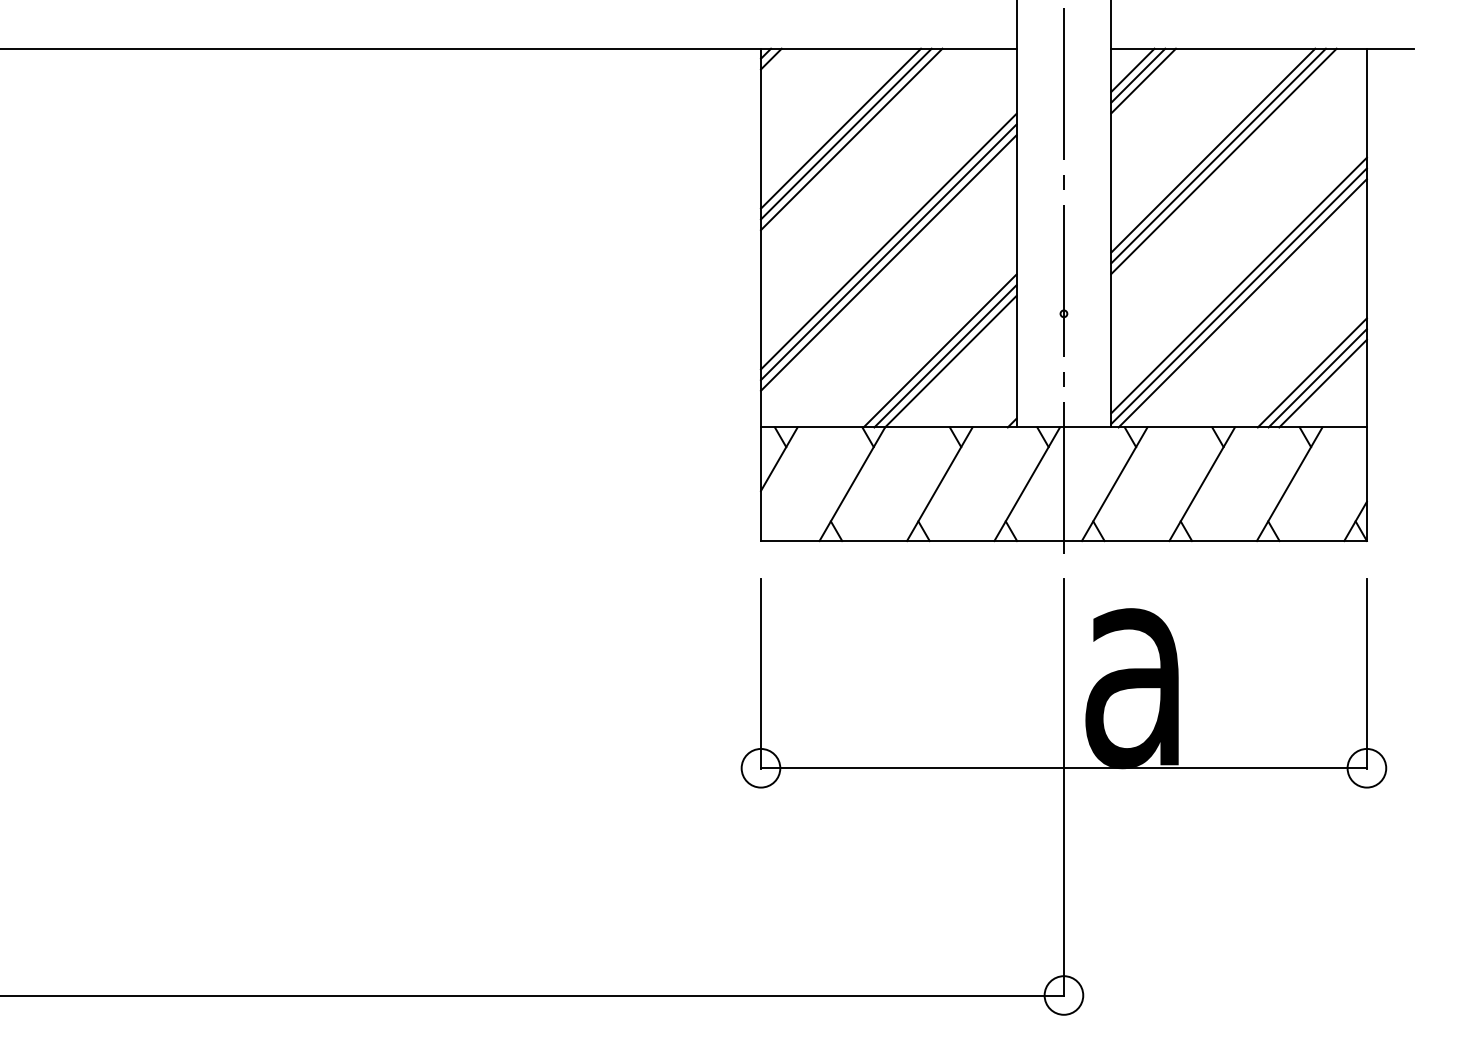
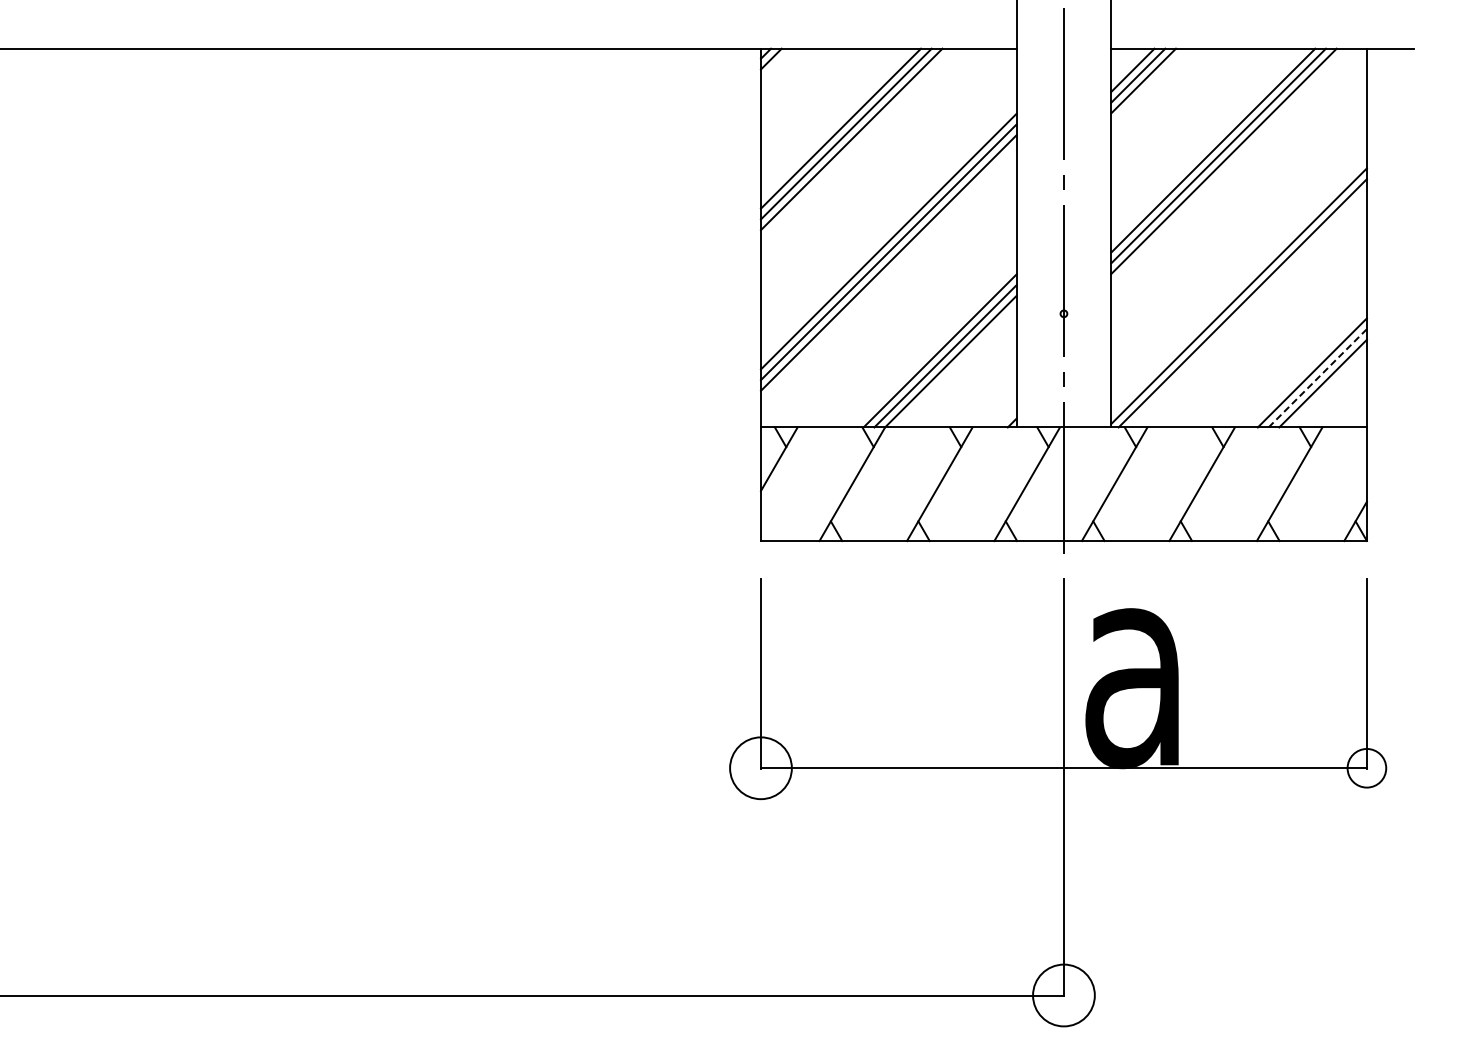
line at (1238, 285): present -> none
line at (1317, 378): solid -> dashed
circle at (760, 767) diameter: 39 px -> 62 px
circle at (1063, 995) diameter: 39 px -> 62 px
